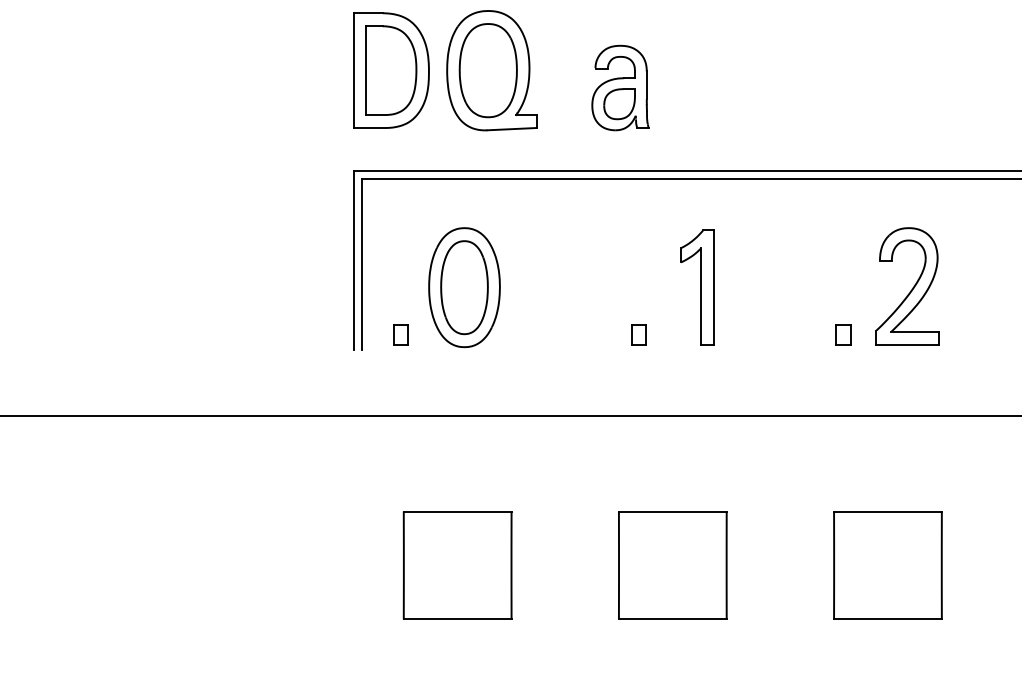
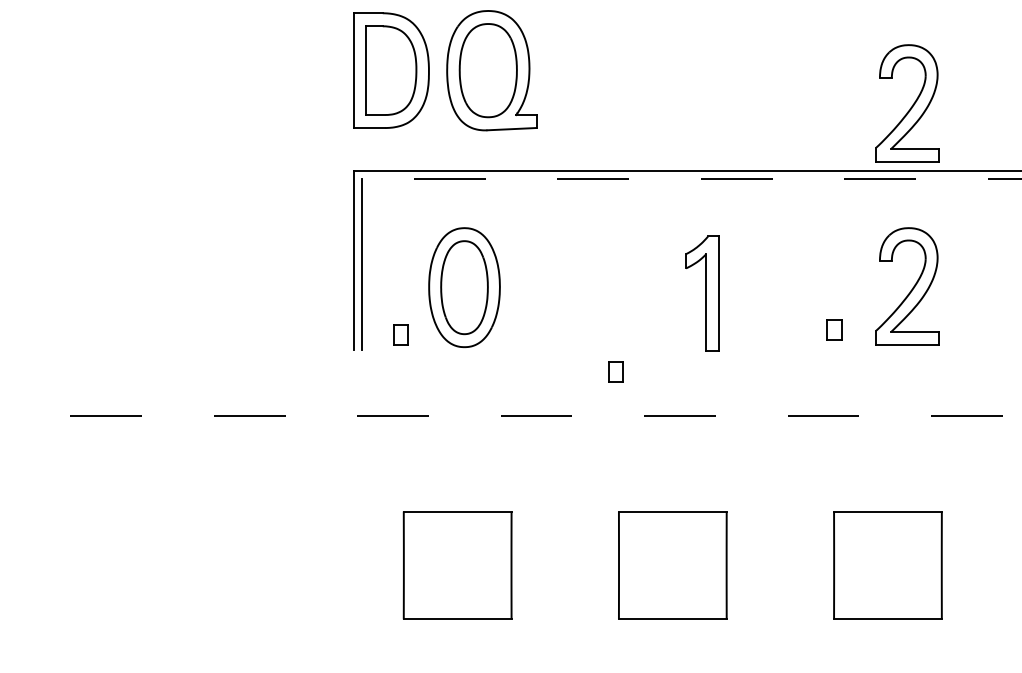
part at (620, 87): present -> none
part at (907, 103): none -> present
line at (691, 178): solid -> dashed
part at (697, 287) position: (697, 287) -> (702, 293)
part at (638, 334) position: (638, 334) -> (615, 371)
part at (843, 334) position: (843, 334) -> (834, 329)
line at (510, 416): solid -> dashed
